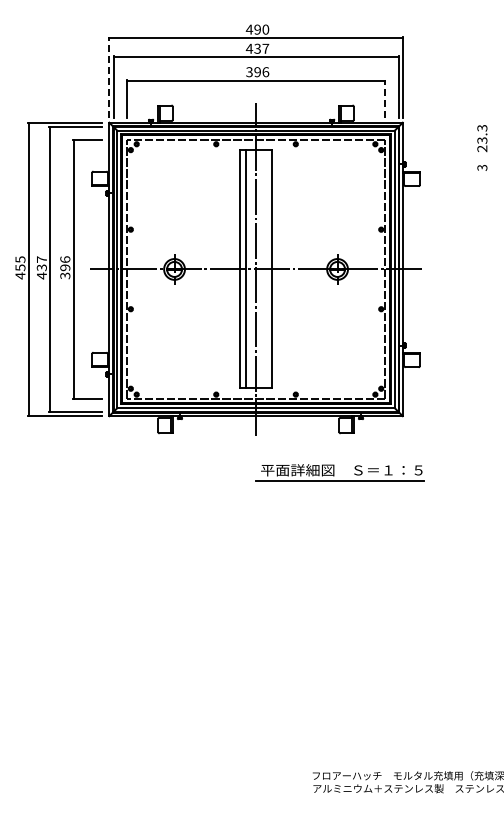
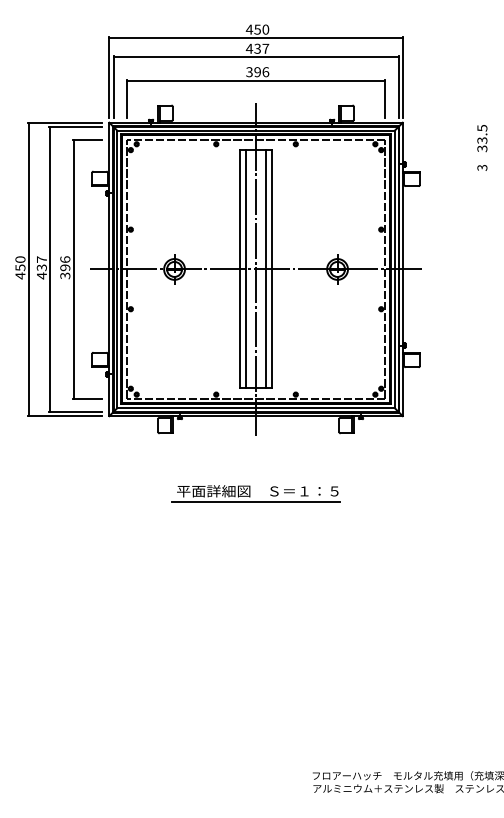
text at (257, 29): 490 -> 450
line at (109, 76): dashed -> solid
line at (385, 98): dashed -> solid
text at (482, 138): 23.3 -> 33.5
text at (20, 259): 455 -> 450
line at (265, 269): none -> present
part at (339, 472) position: (339, 472) -> (255, 493)
